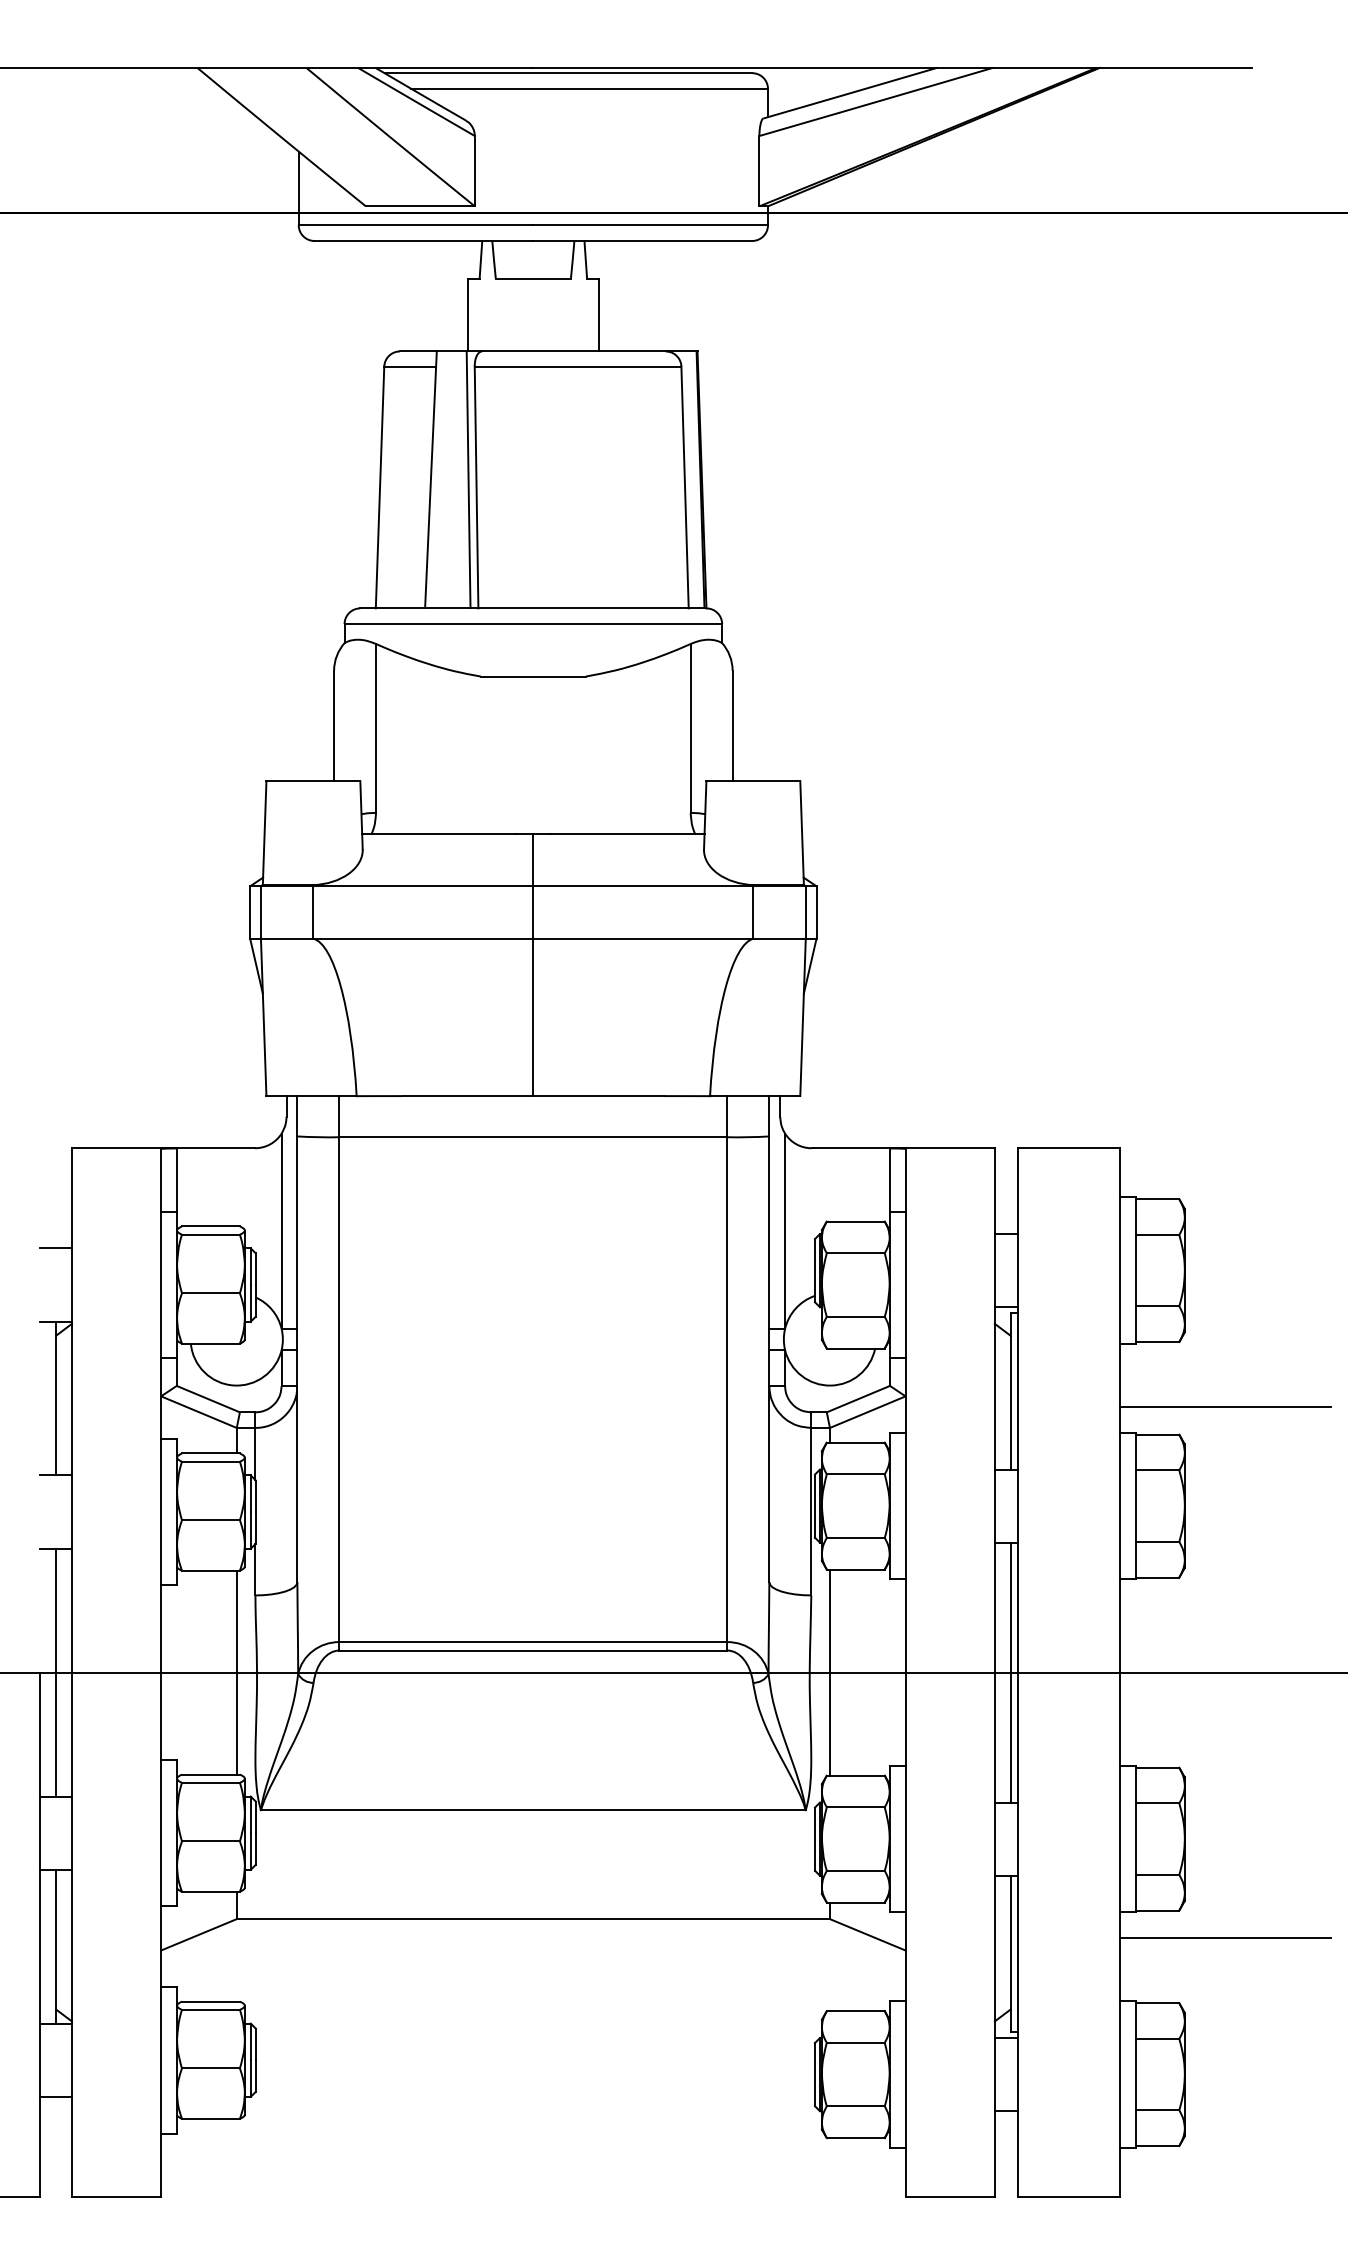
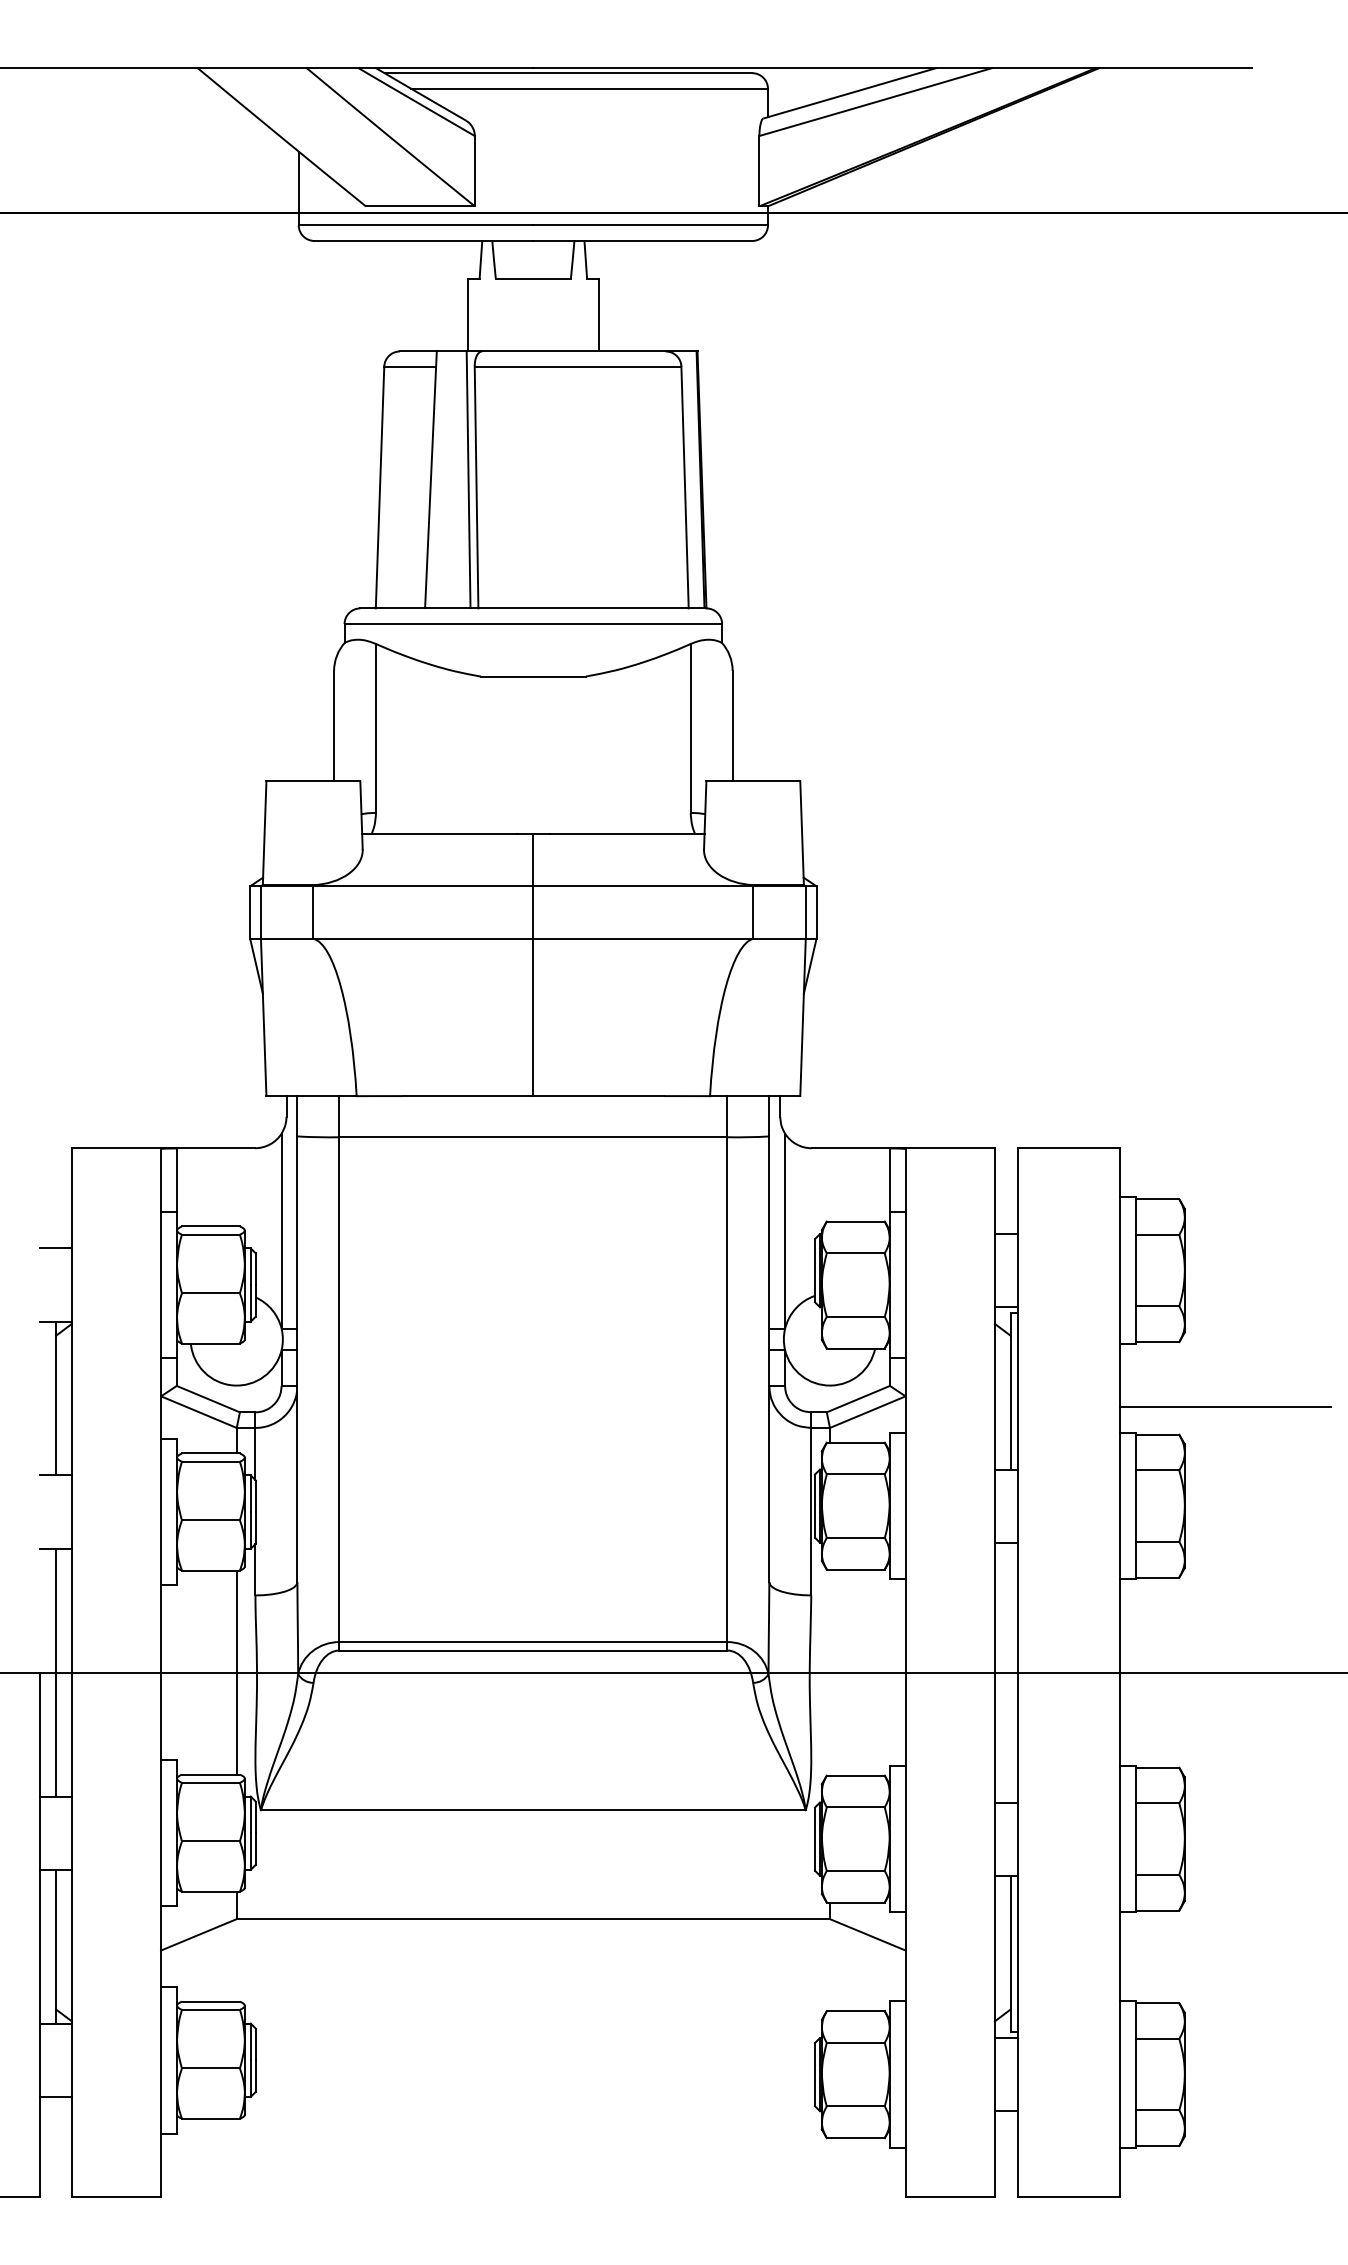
line at (829, 1672): present -> none
line at (1010, 1672): present -> none
line at (1225, 1938): present -> none
